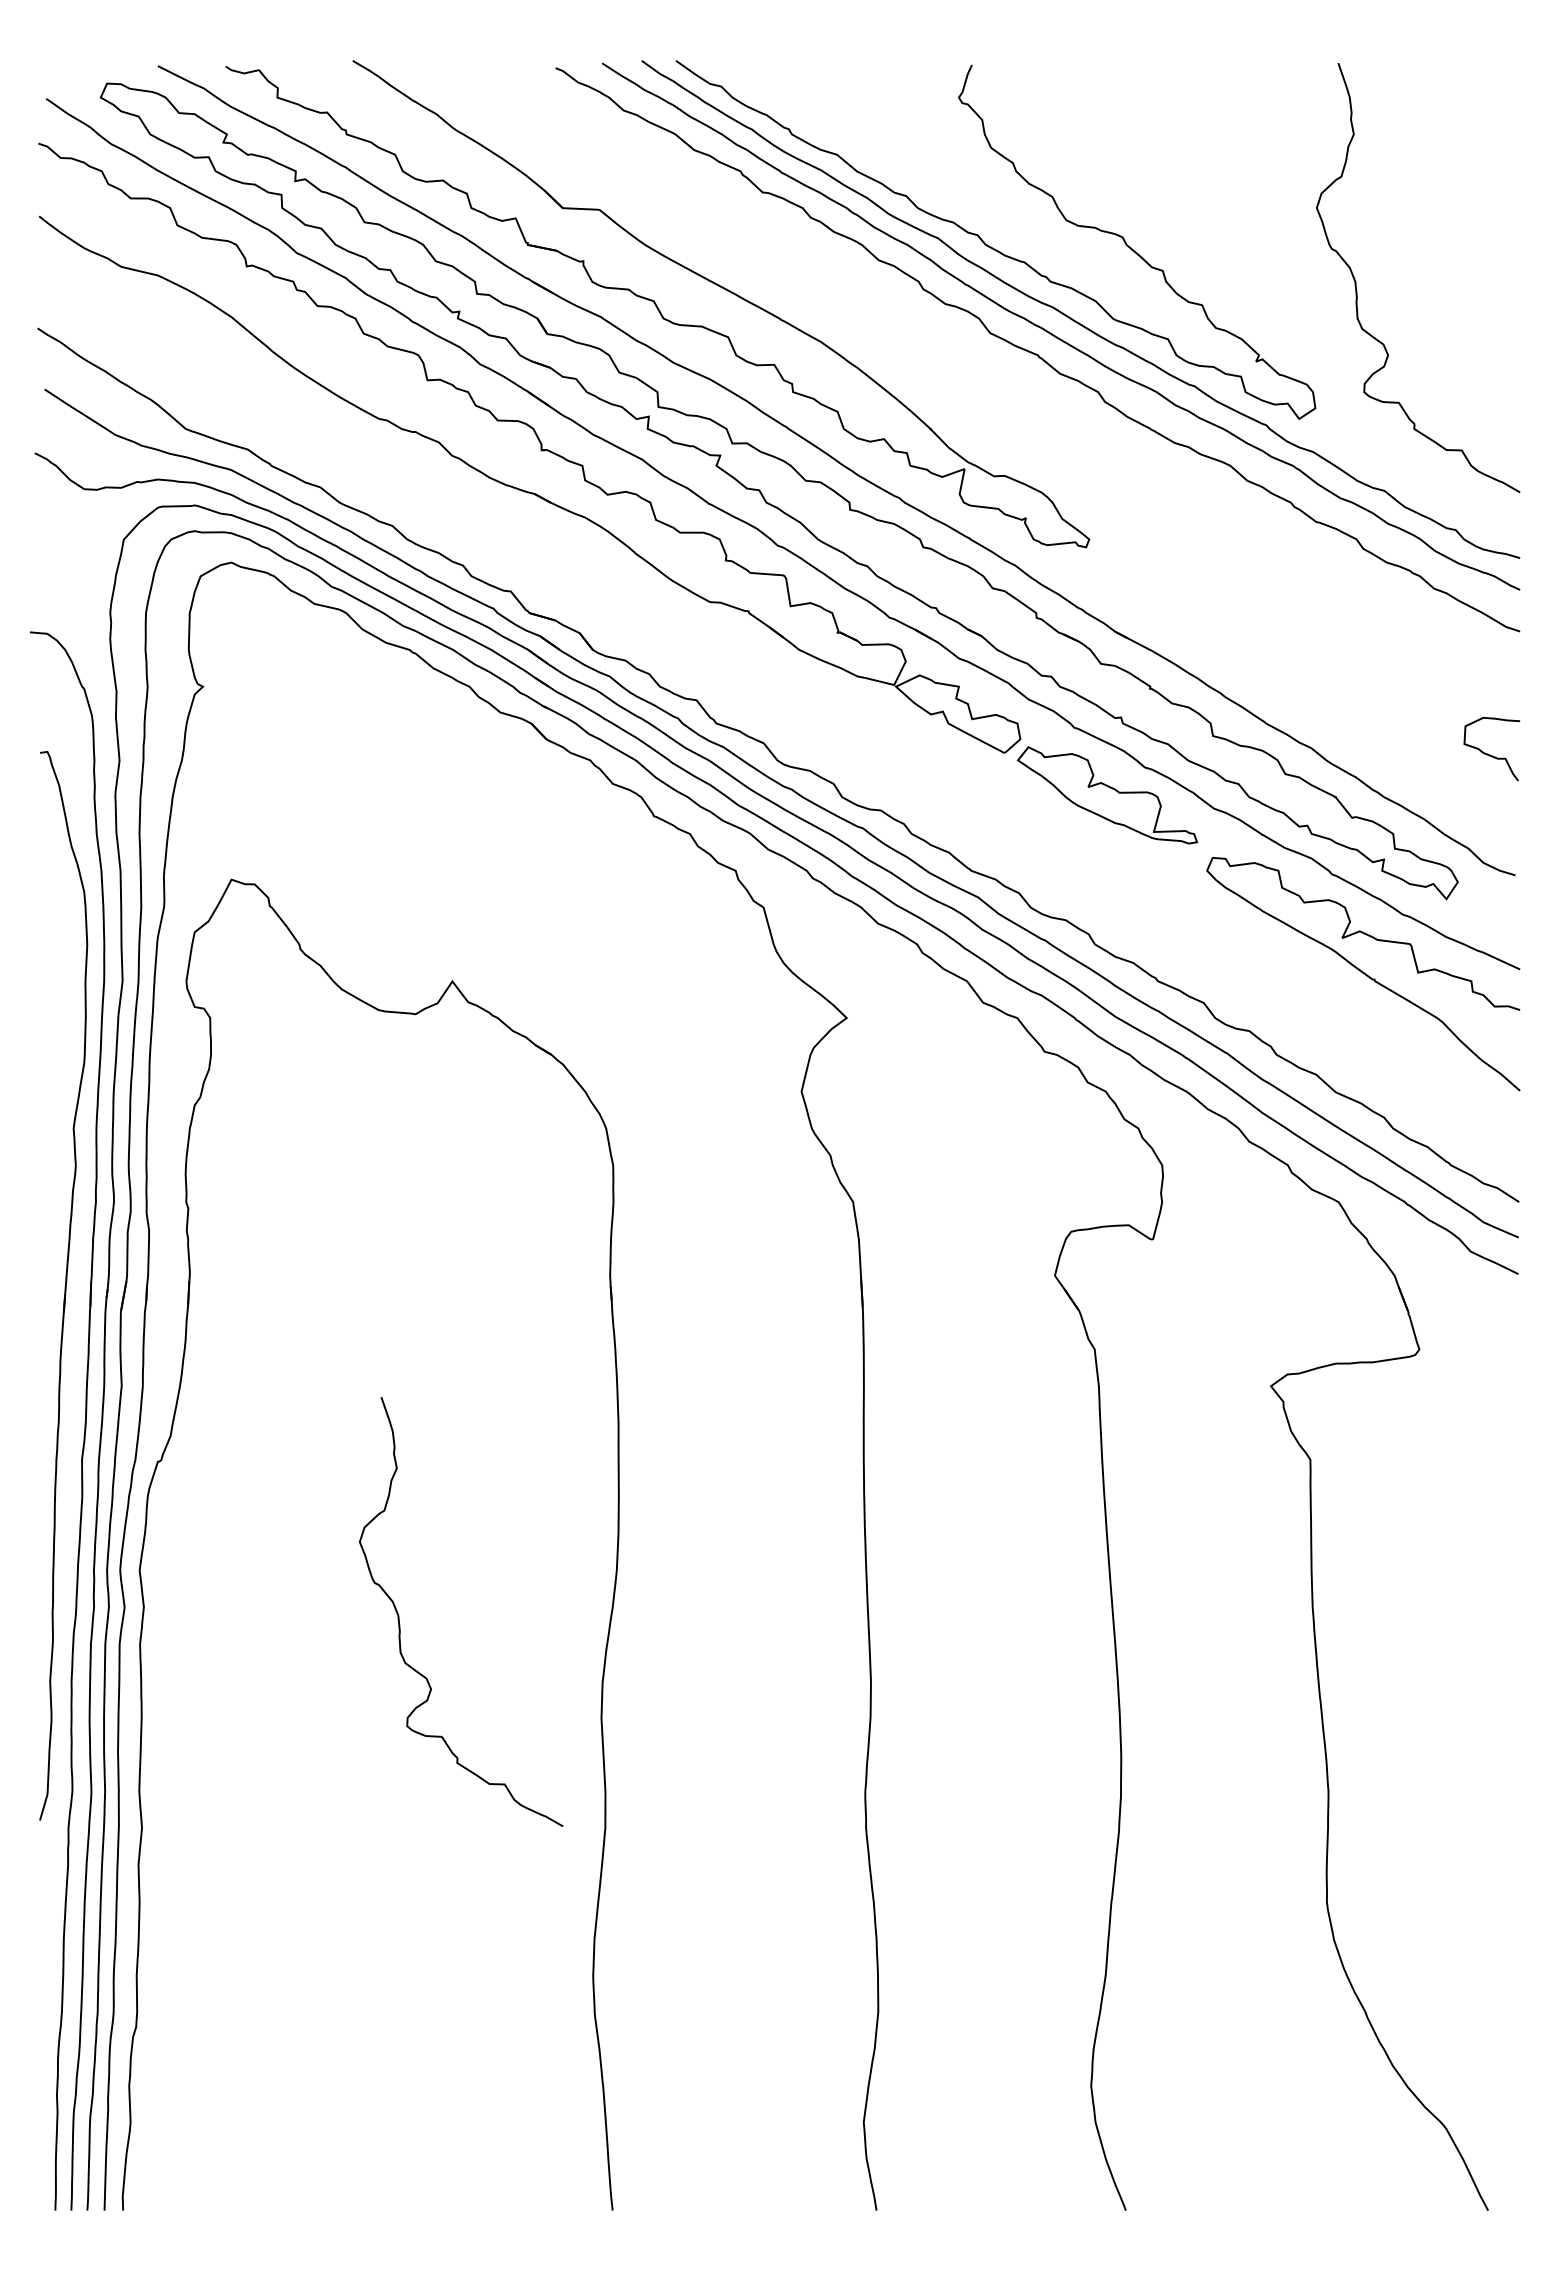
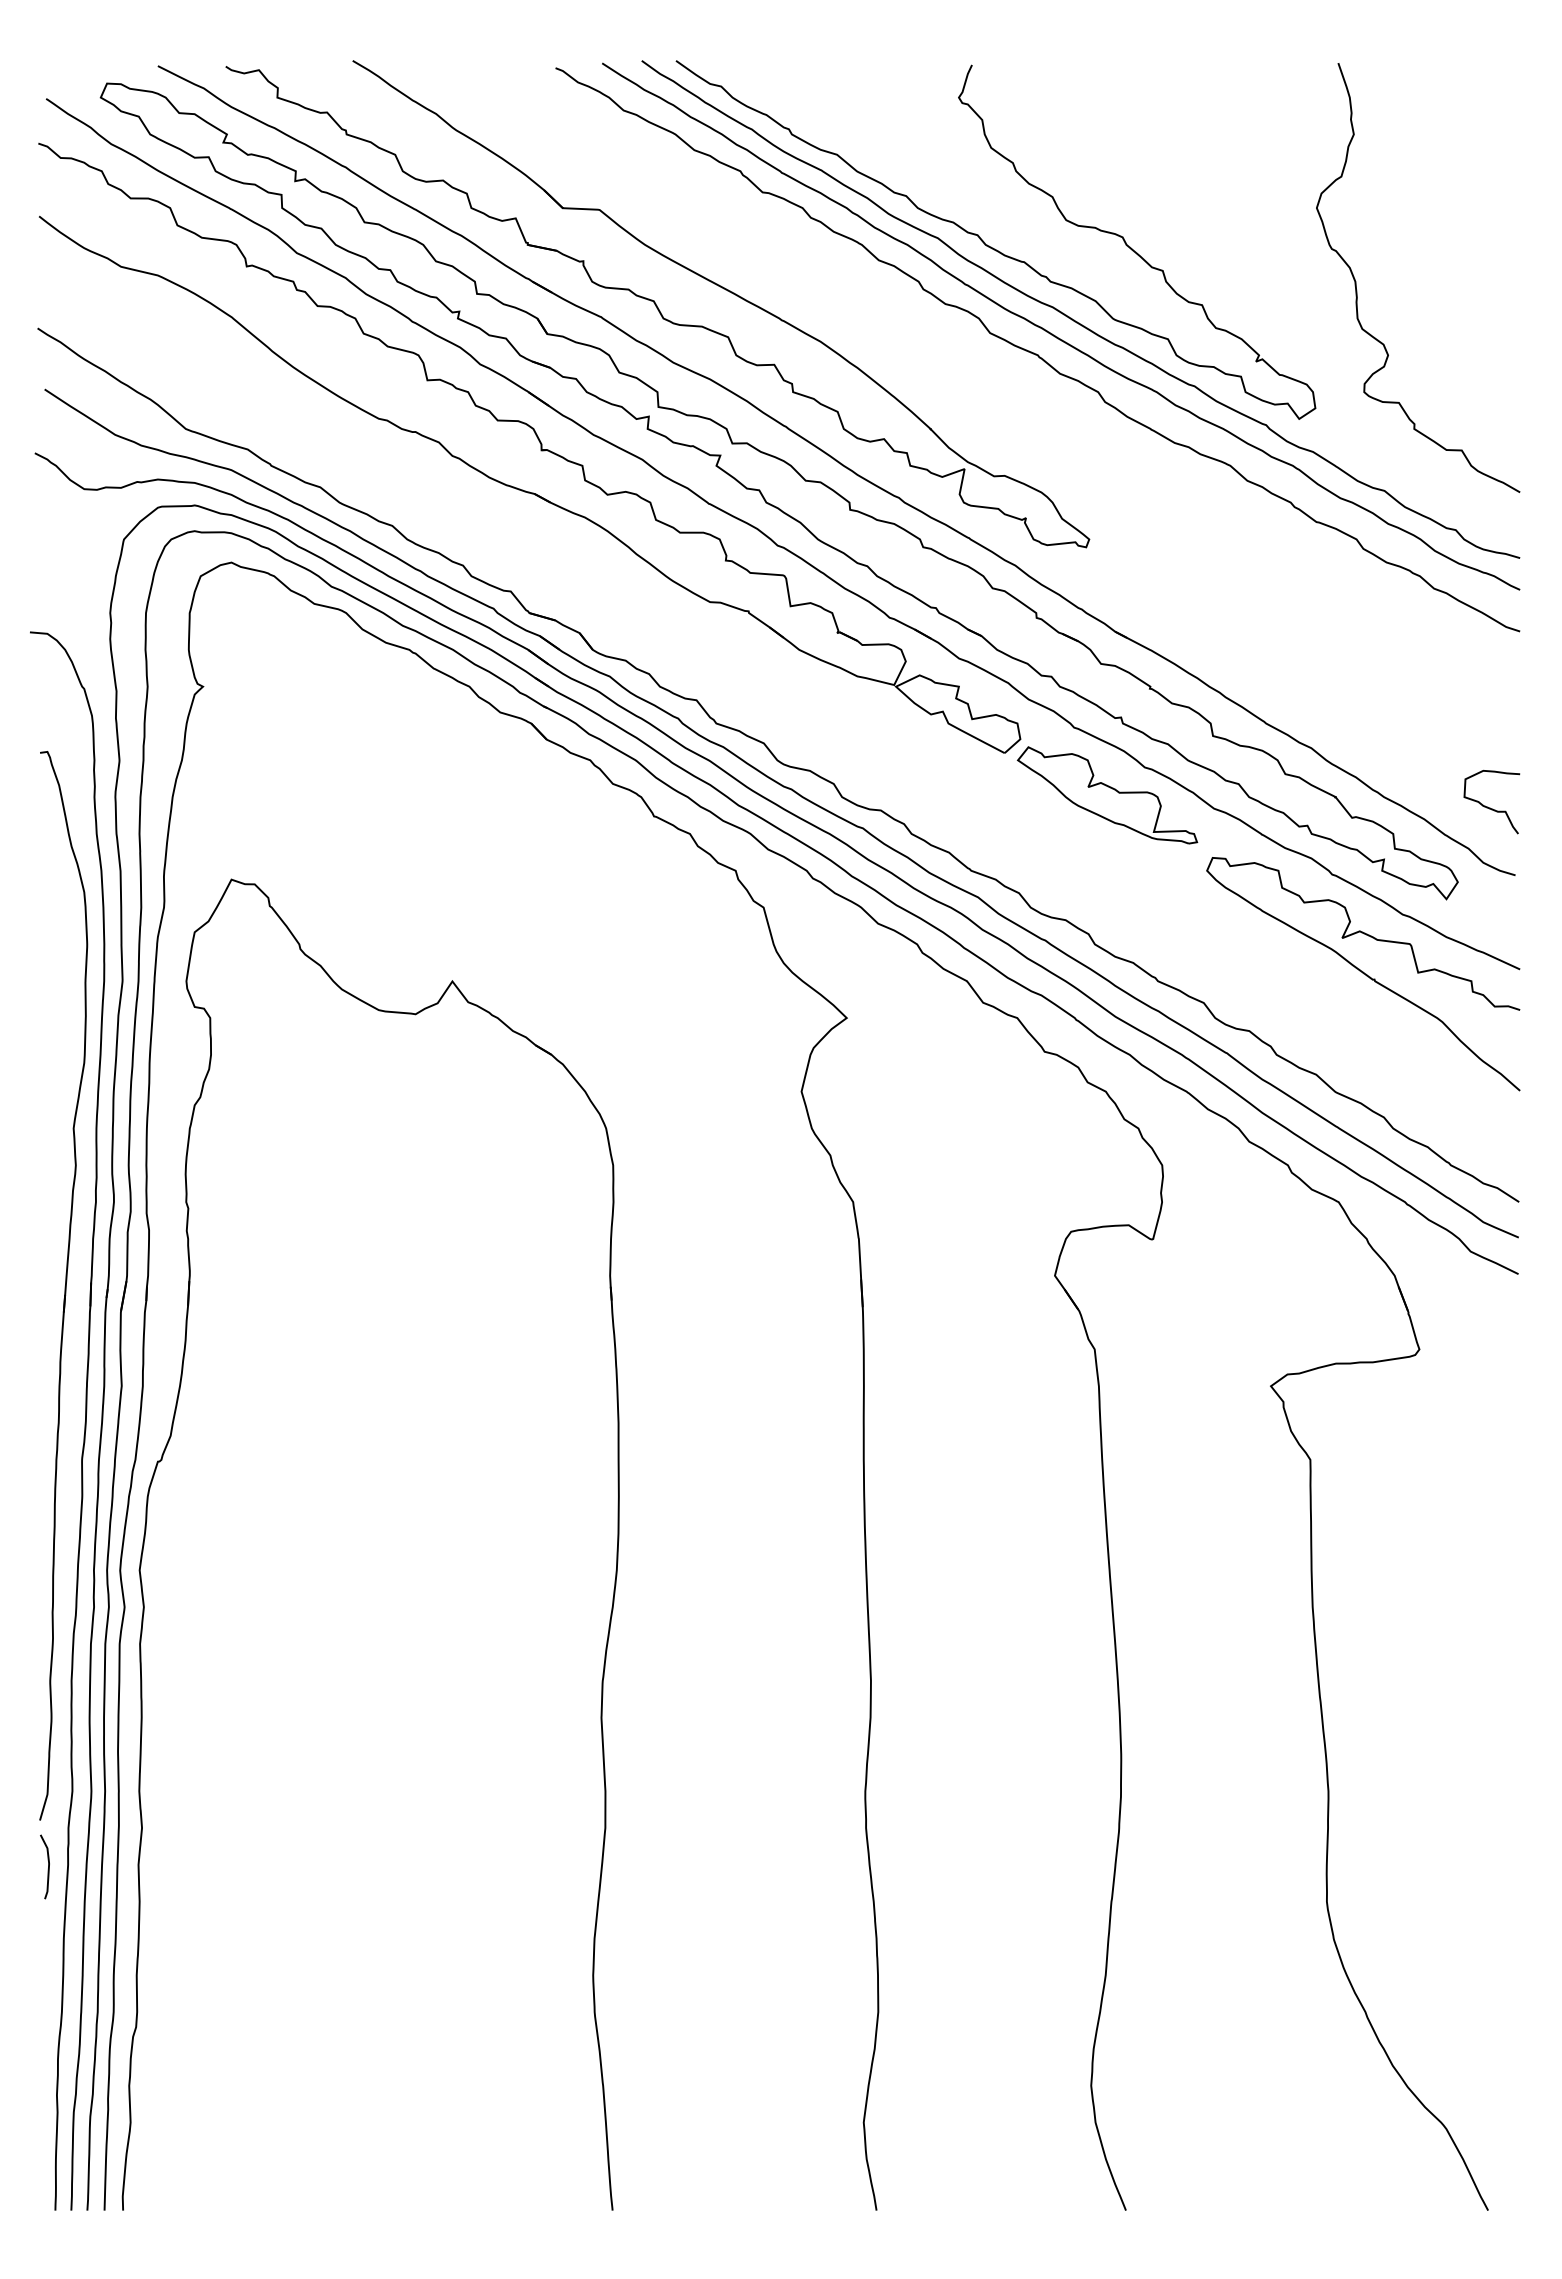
curve at (1490, 754) position: (1490, 754) -> (1490, 807)
curve at (399, 1615): present -> none
curve at (48, 1866): none -> present
